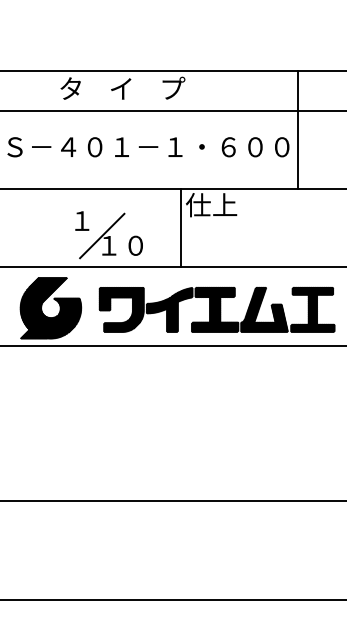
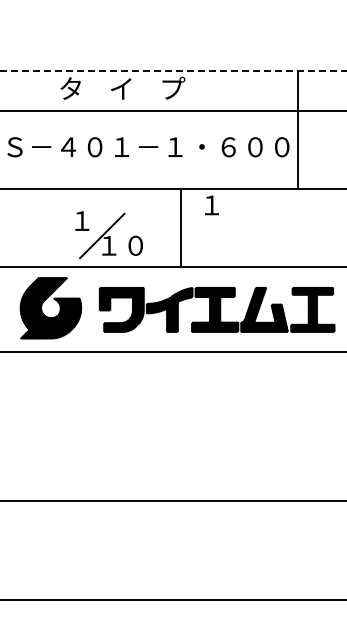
line at (173, 71): solid -> dashed
text at (211, 205): 仕上 -> １
line at (172, 345) position: (172, 345) -> (172, 351)
